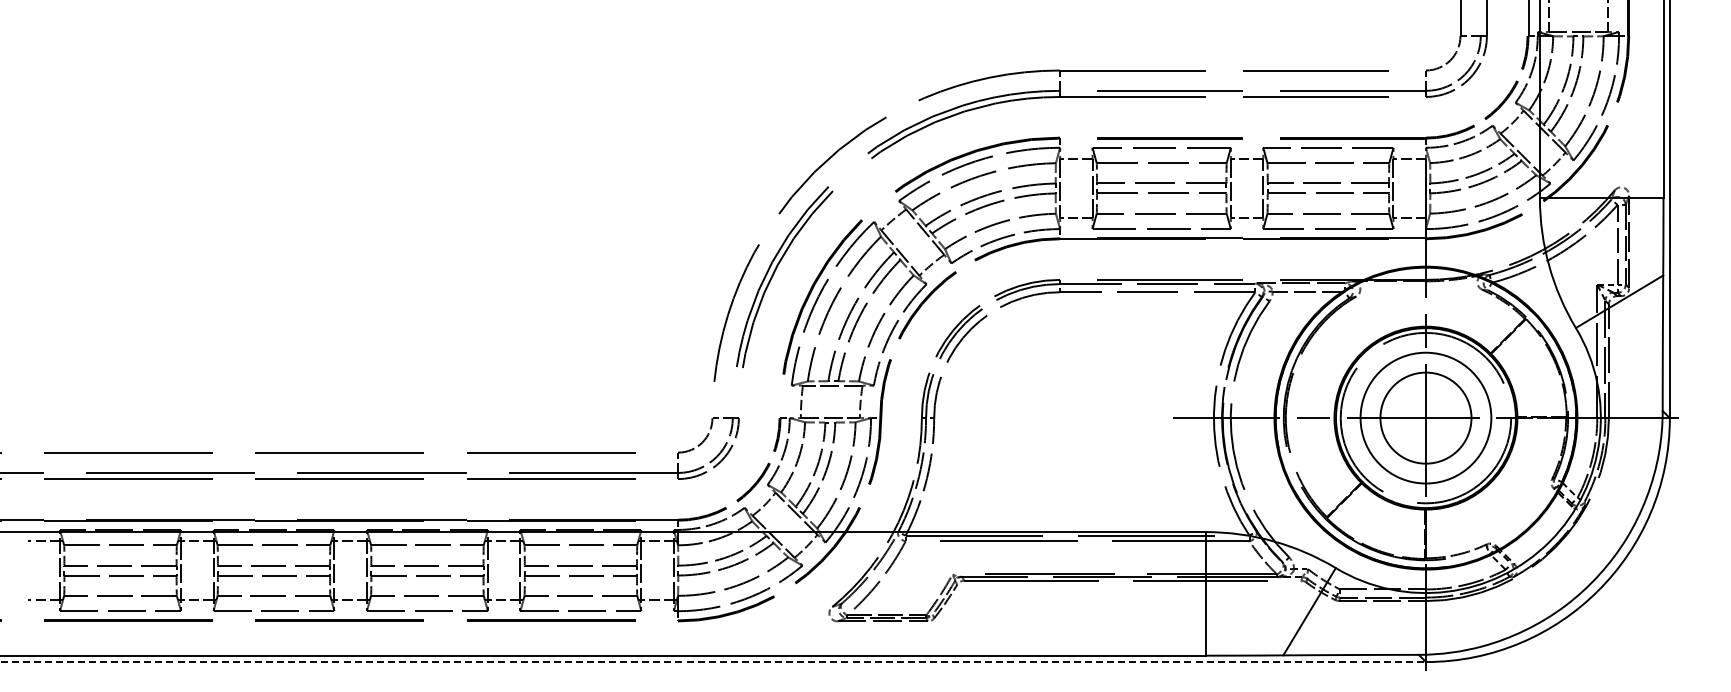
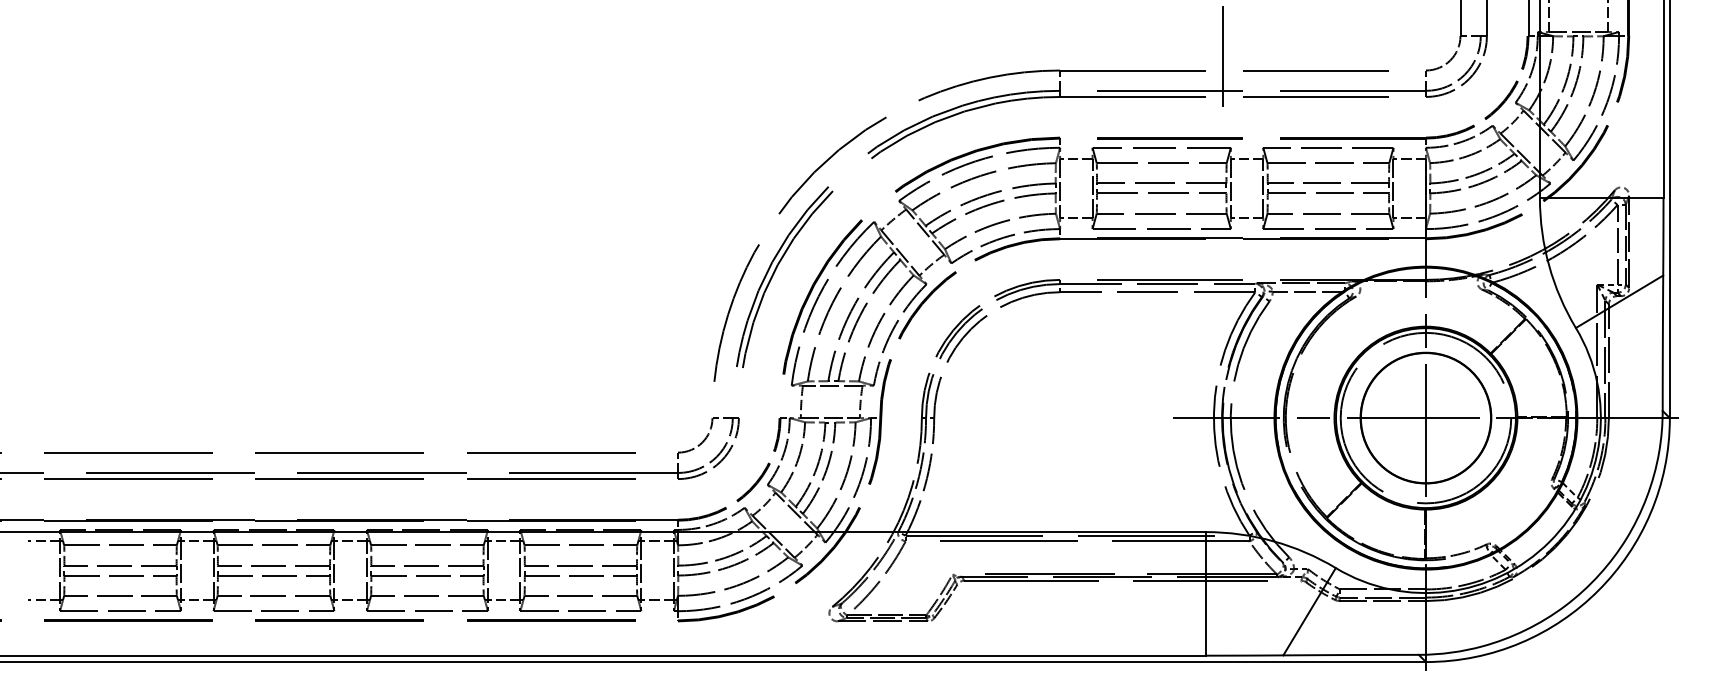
line at (1222, 54): none -> present
circle at (1425, 417) diameter: 91 px -> 130 px
line at (713, 662): dashed -> solid
